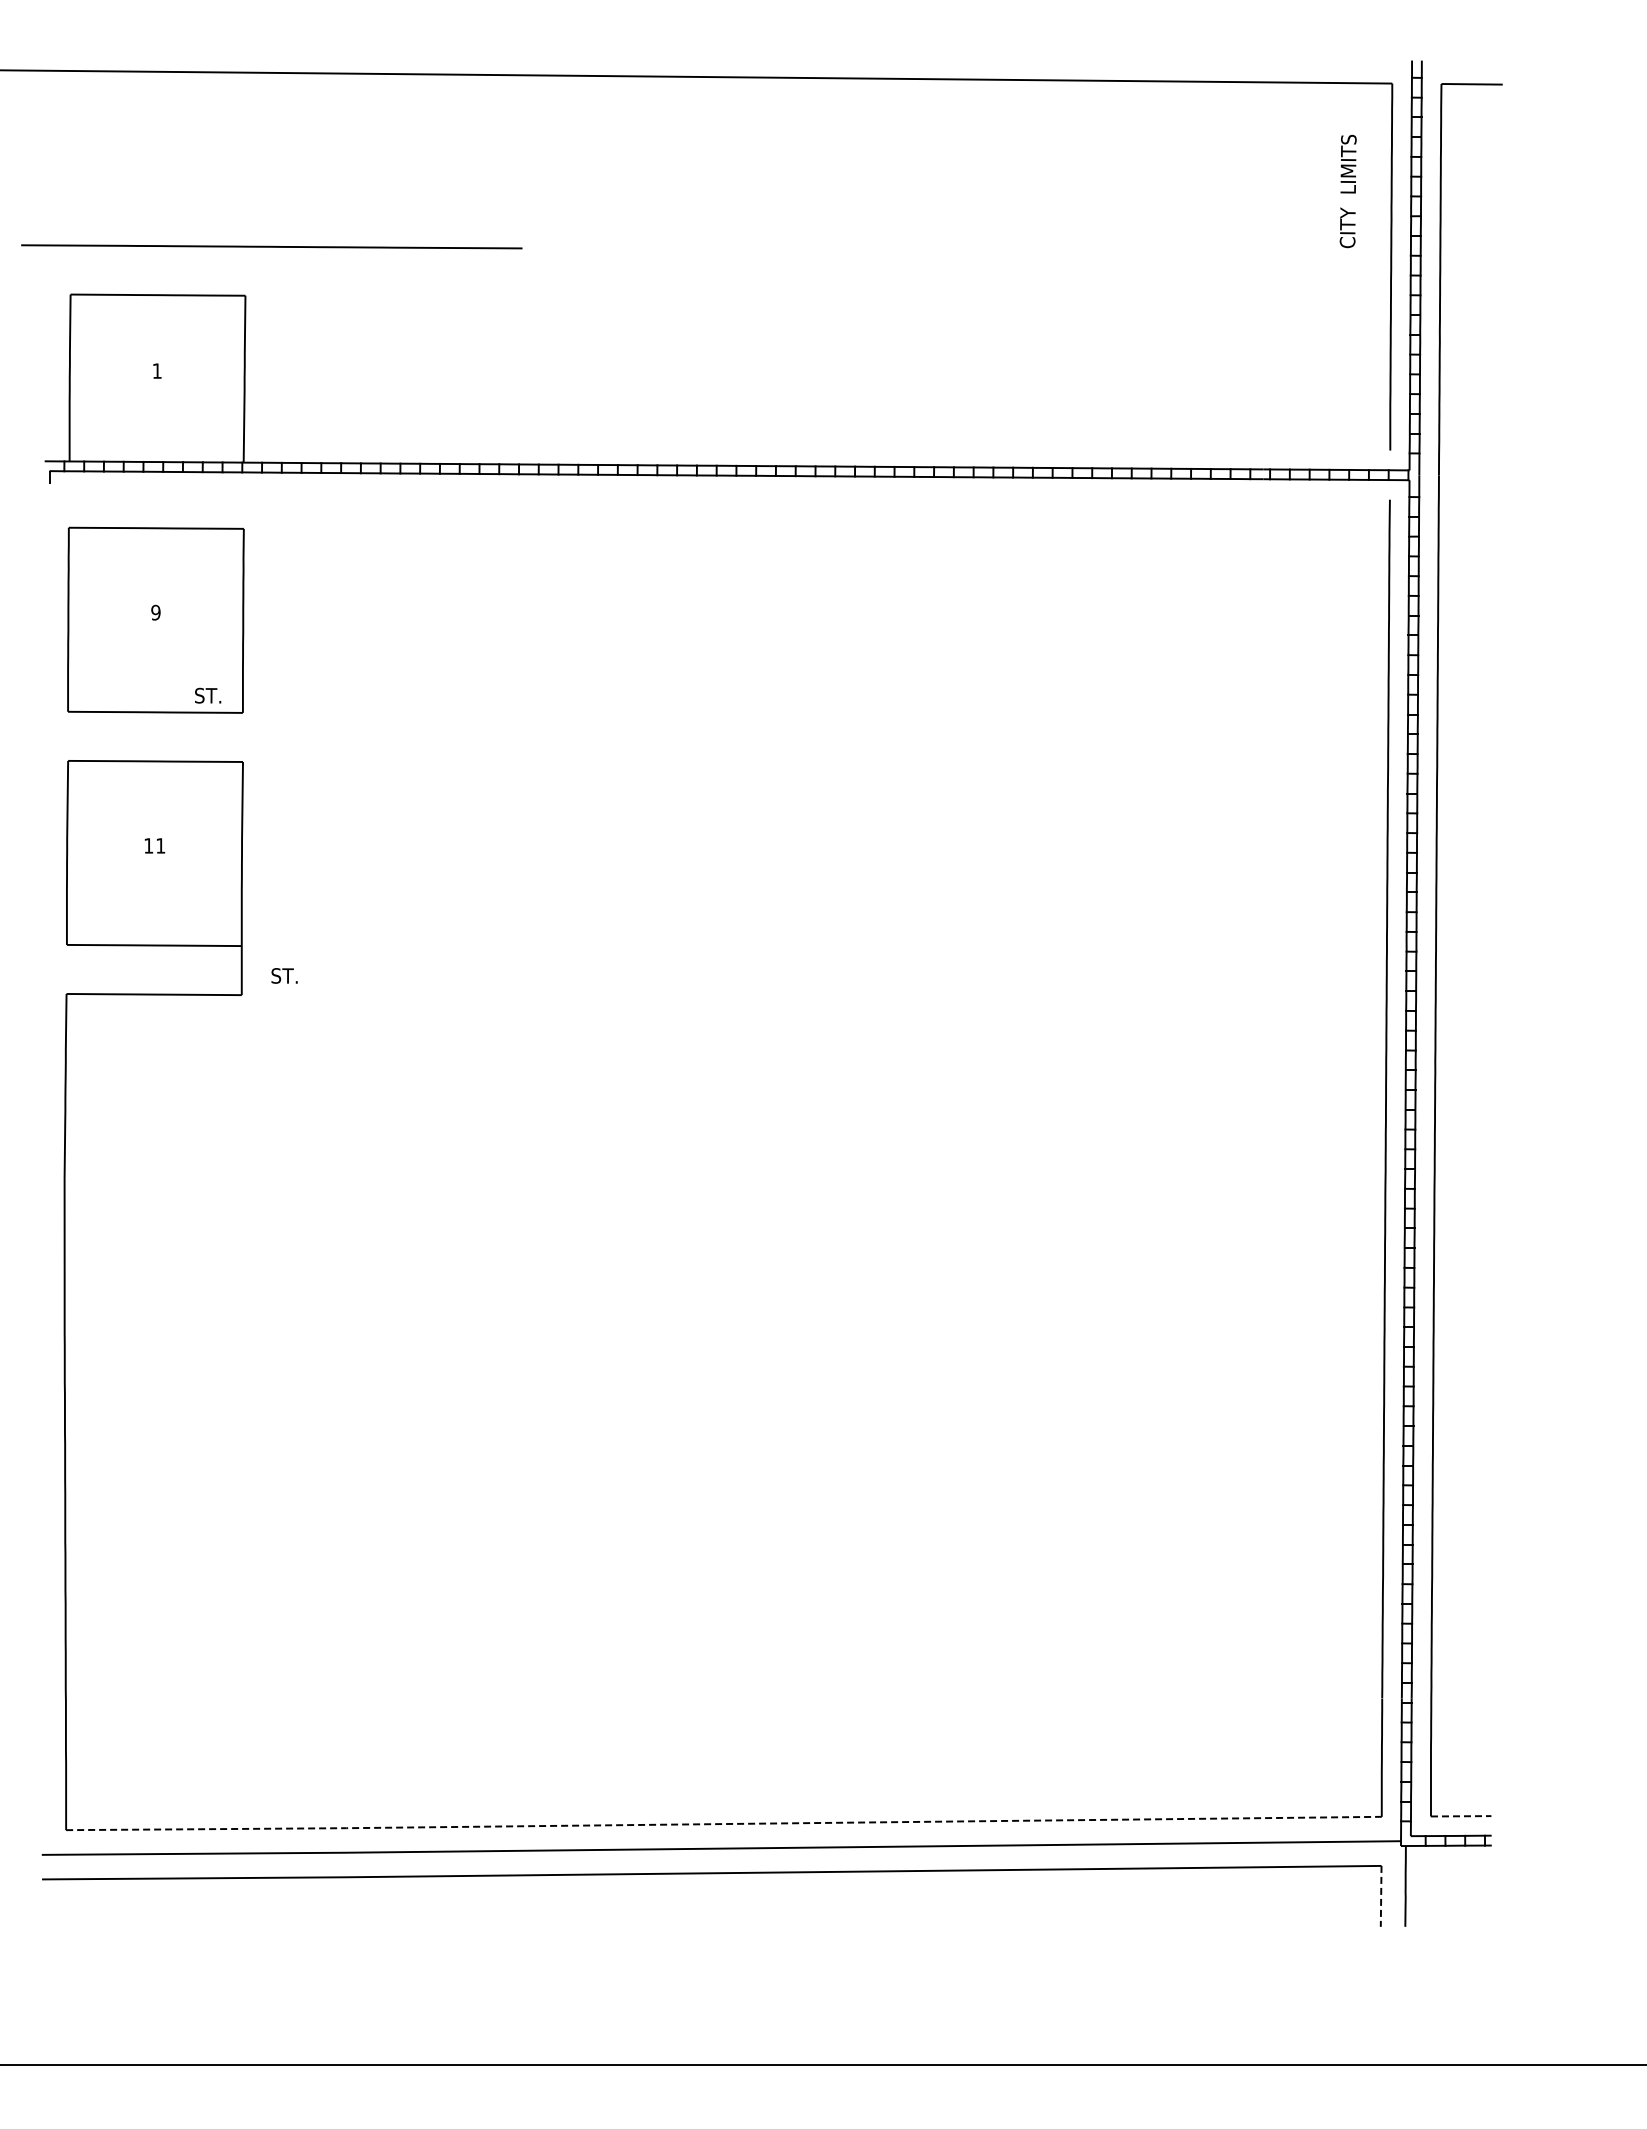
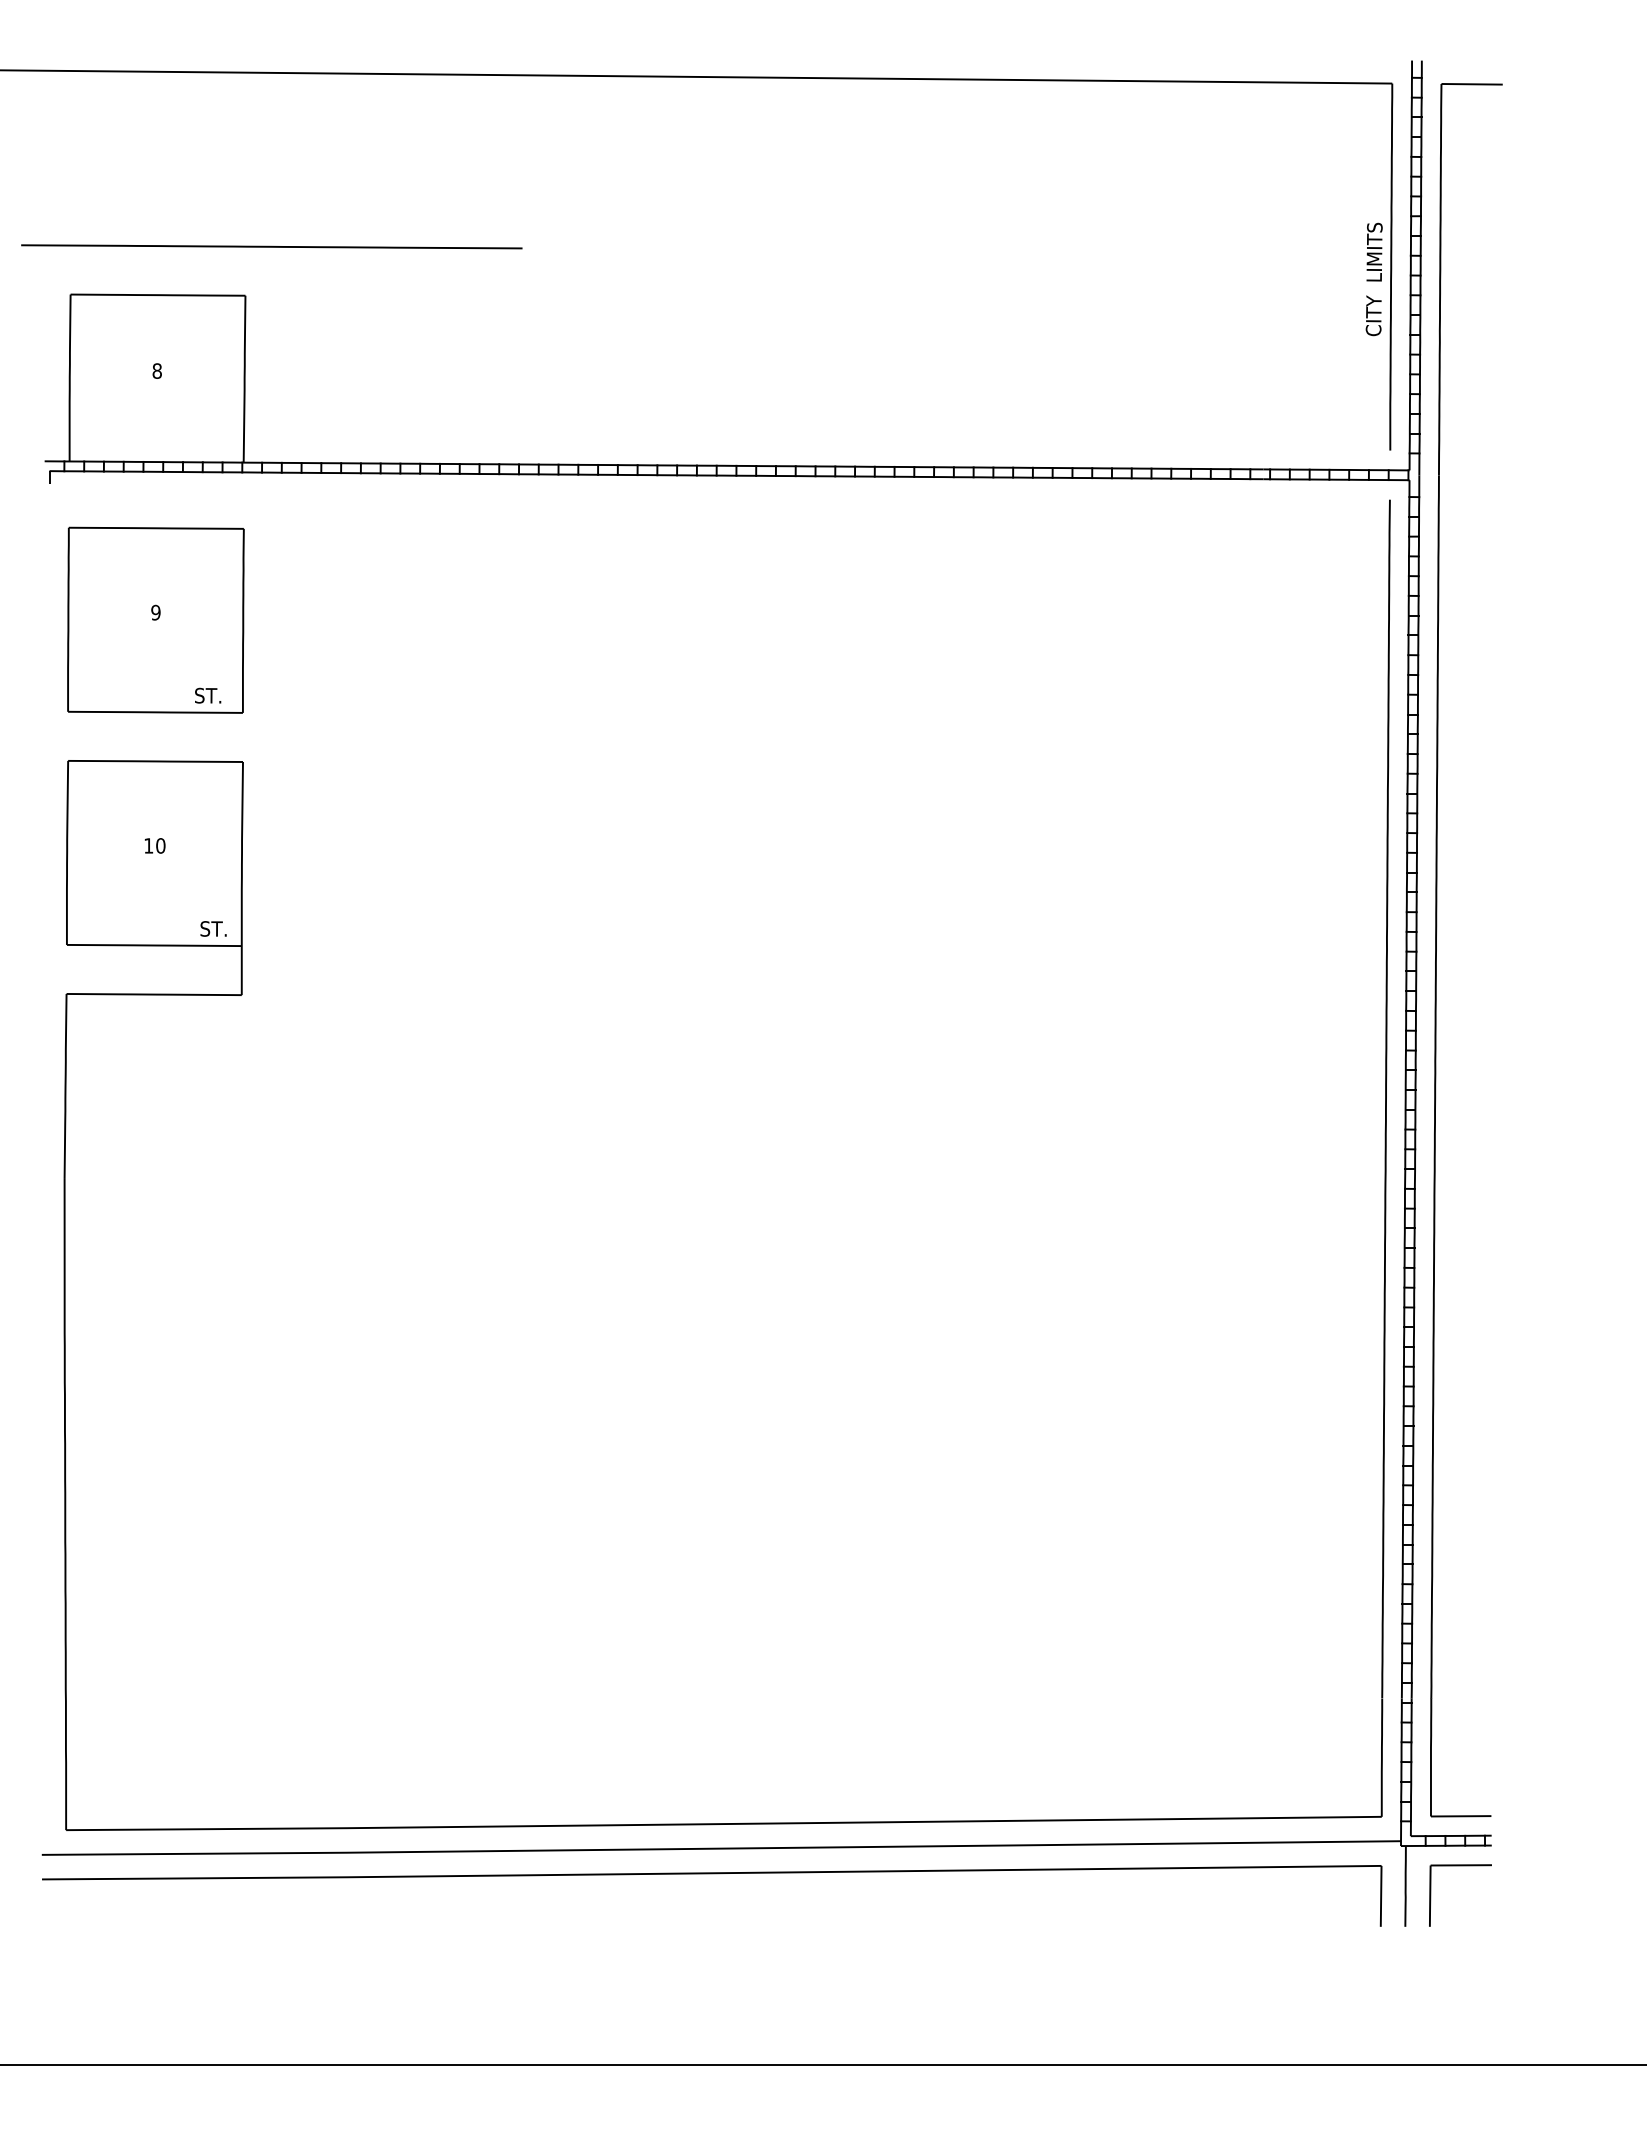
text at (1347, 191) position: (1347, 191) -> (1373, 279)
text at (156, 370): 1 -> 8
text at (160, 845): 11 -> 10
text at (284, 975) position: (284, 975) -> (213, 928)
line at (1461, 1816): dashed -> solid
line at (723, 1824): dashed -> solid
part at (1460, 1866): none -> present
line at (1381, 1896): dashed -> solid
